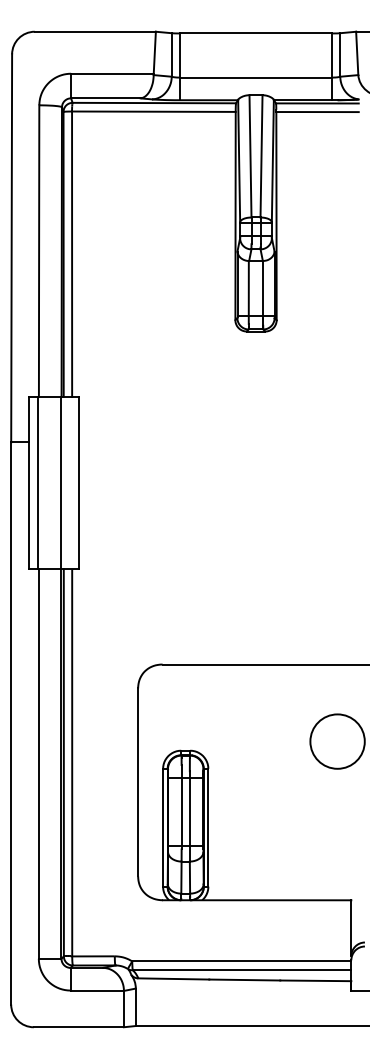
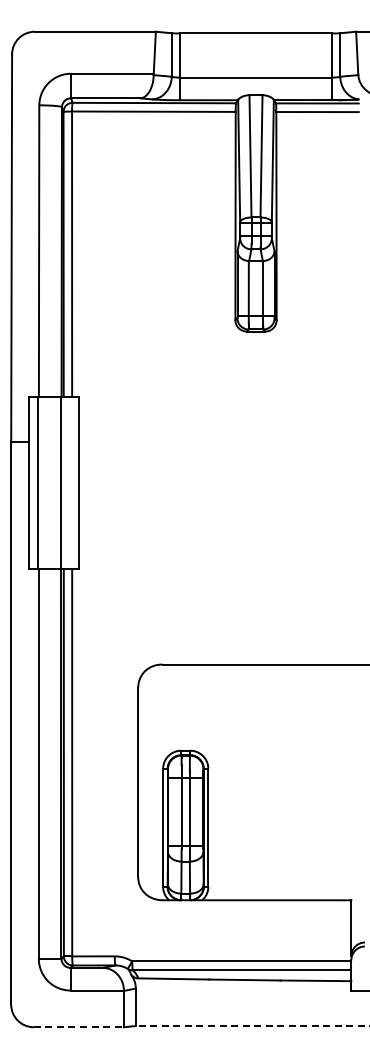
circle at (337, 741): present -> none
line at (252, 1026): solid -> dashed
line at (79, 1027): solid -> dashed
